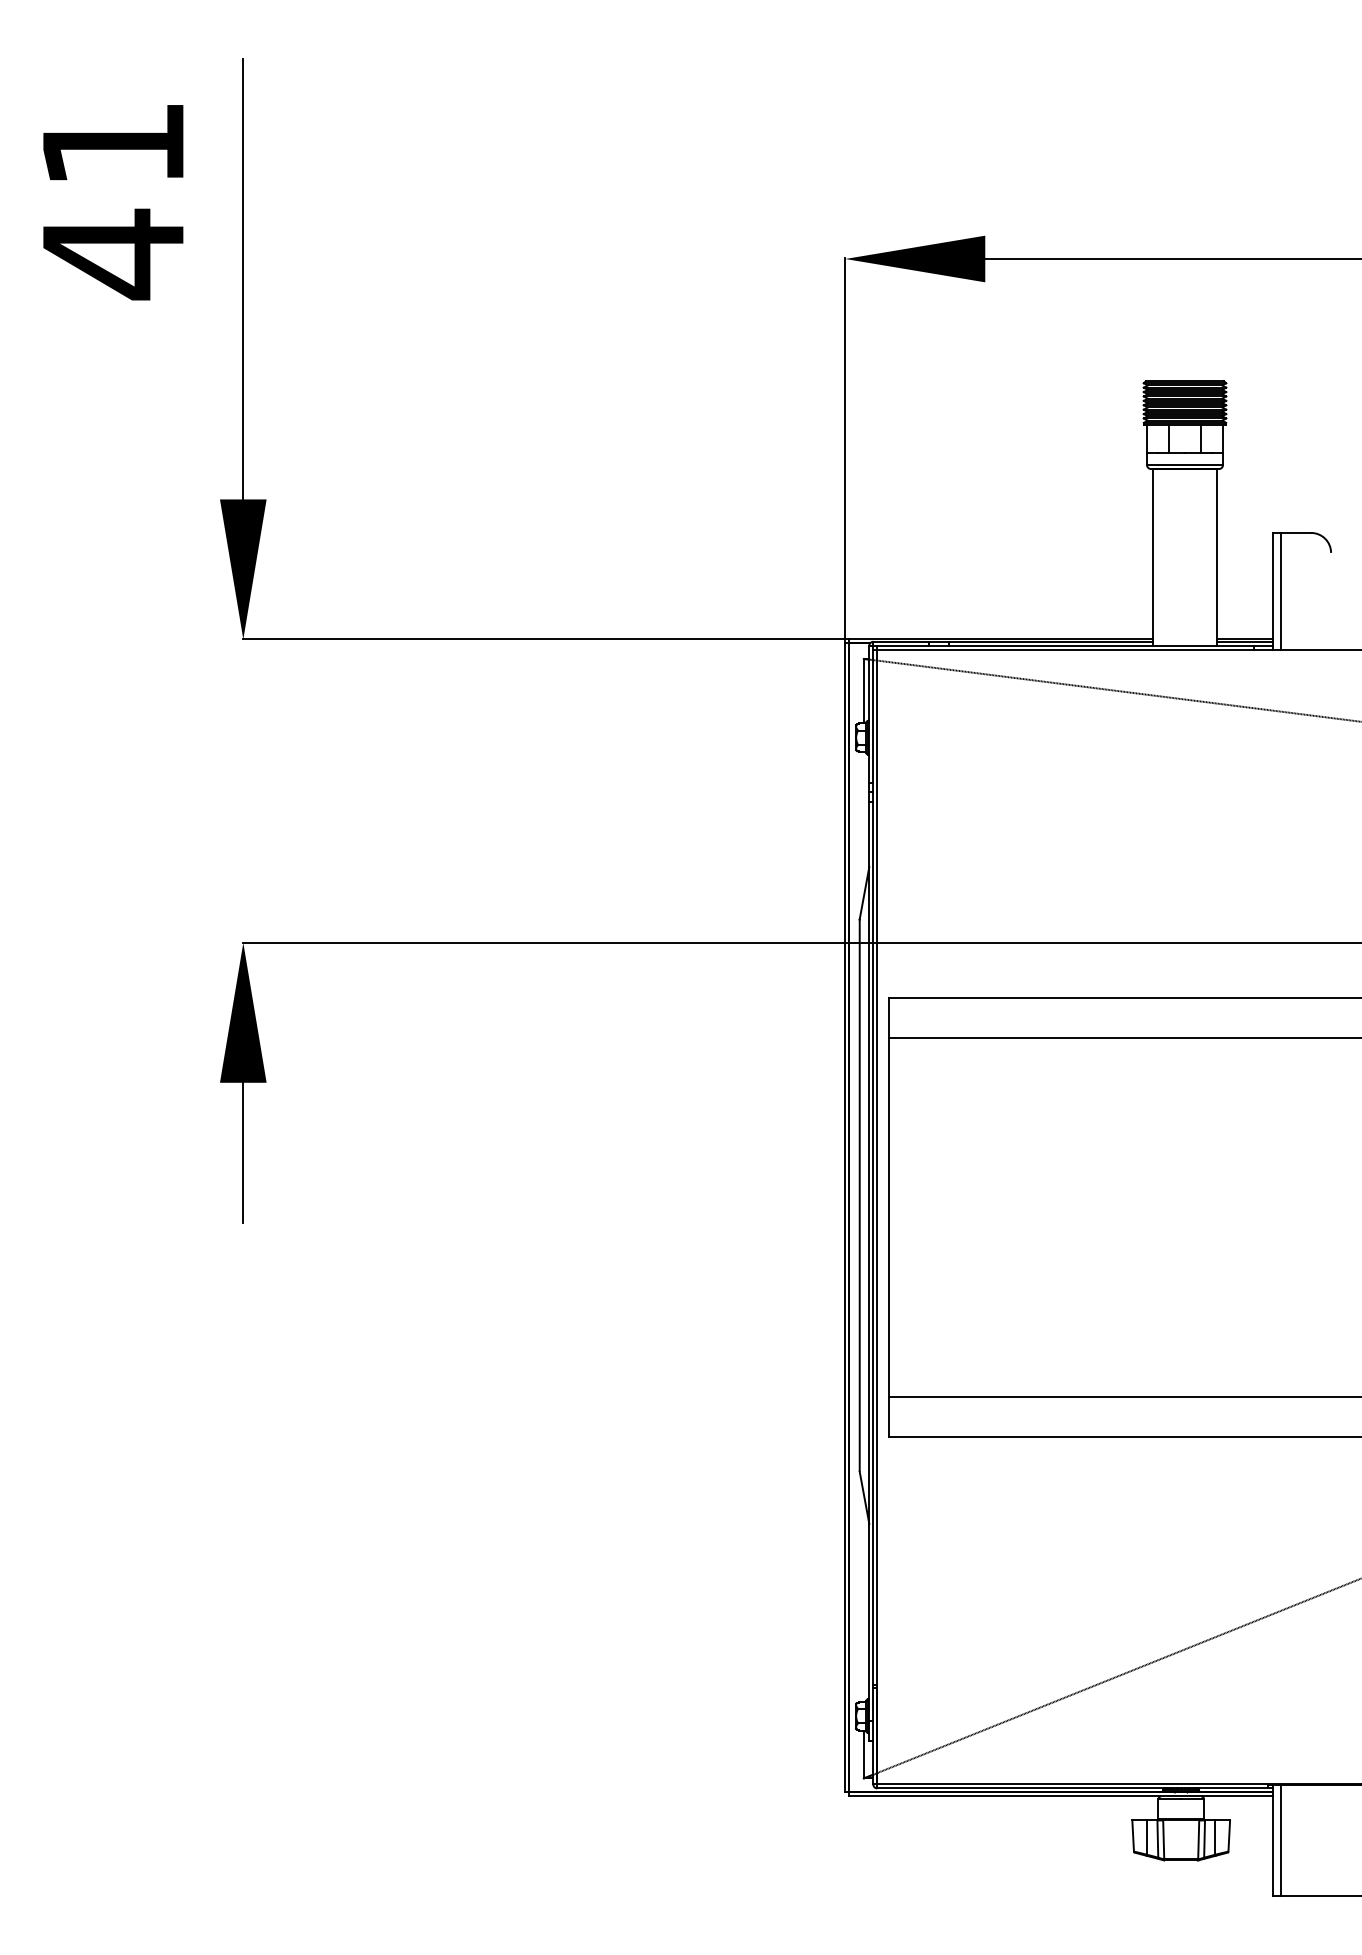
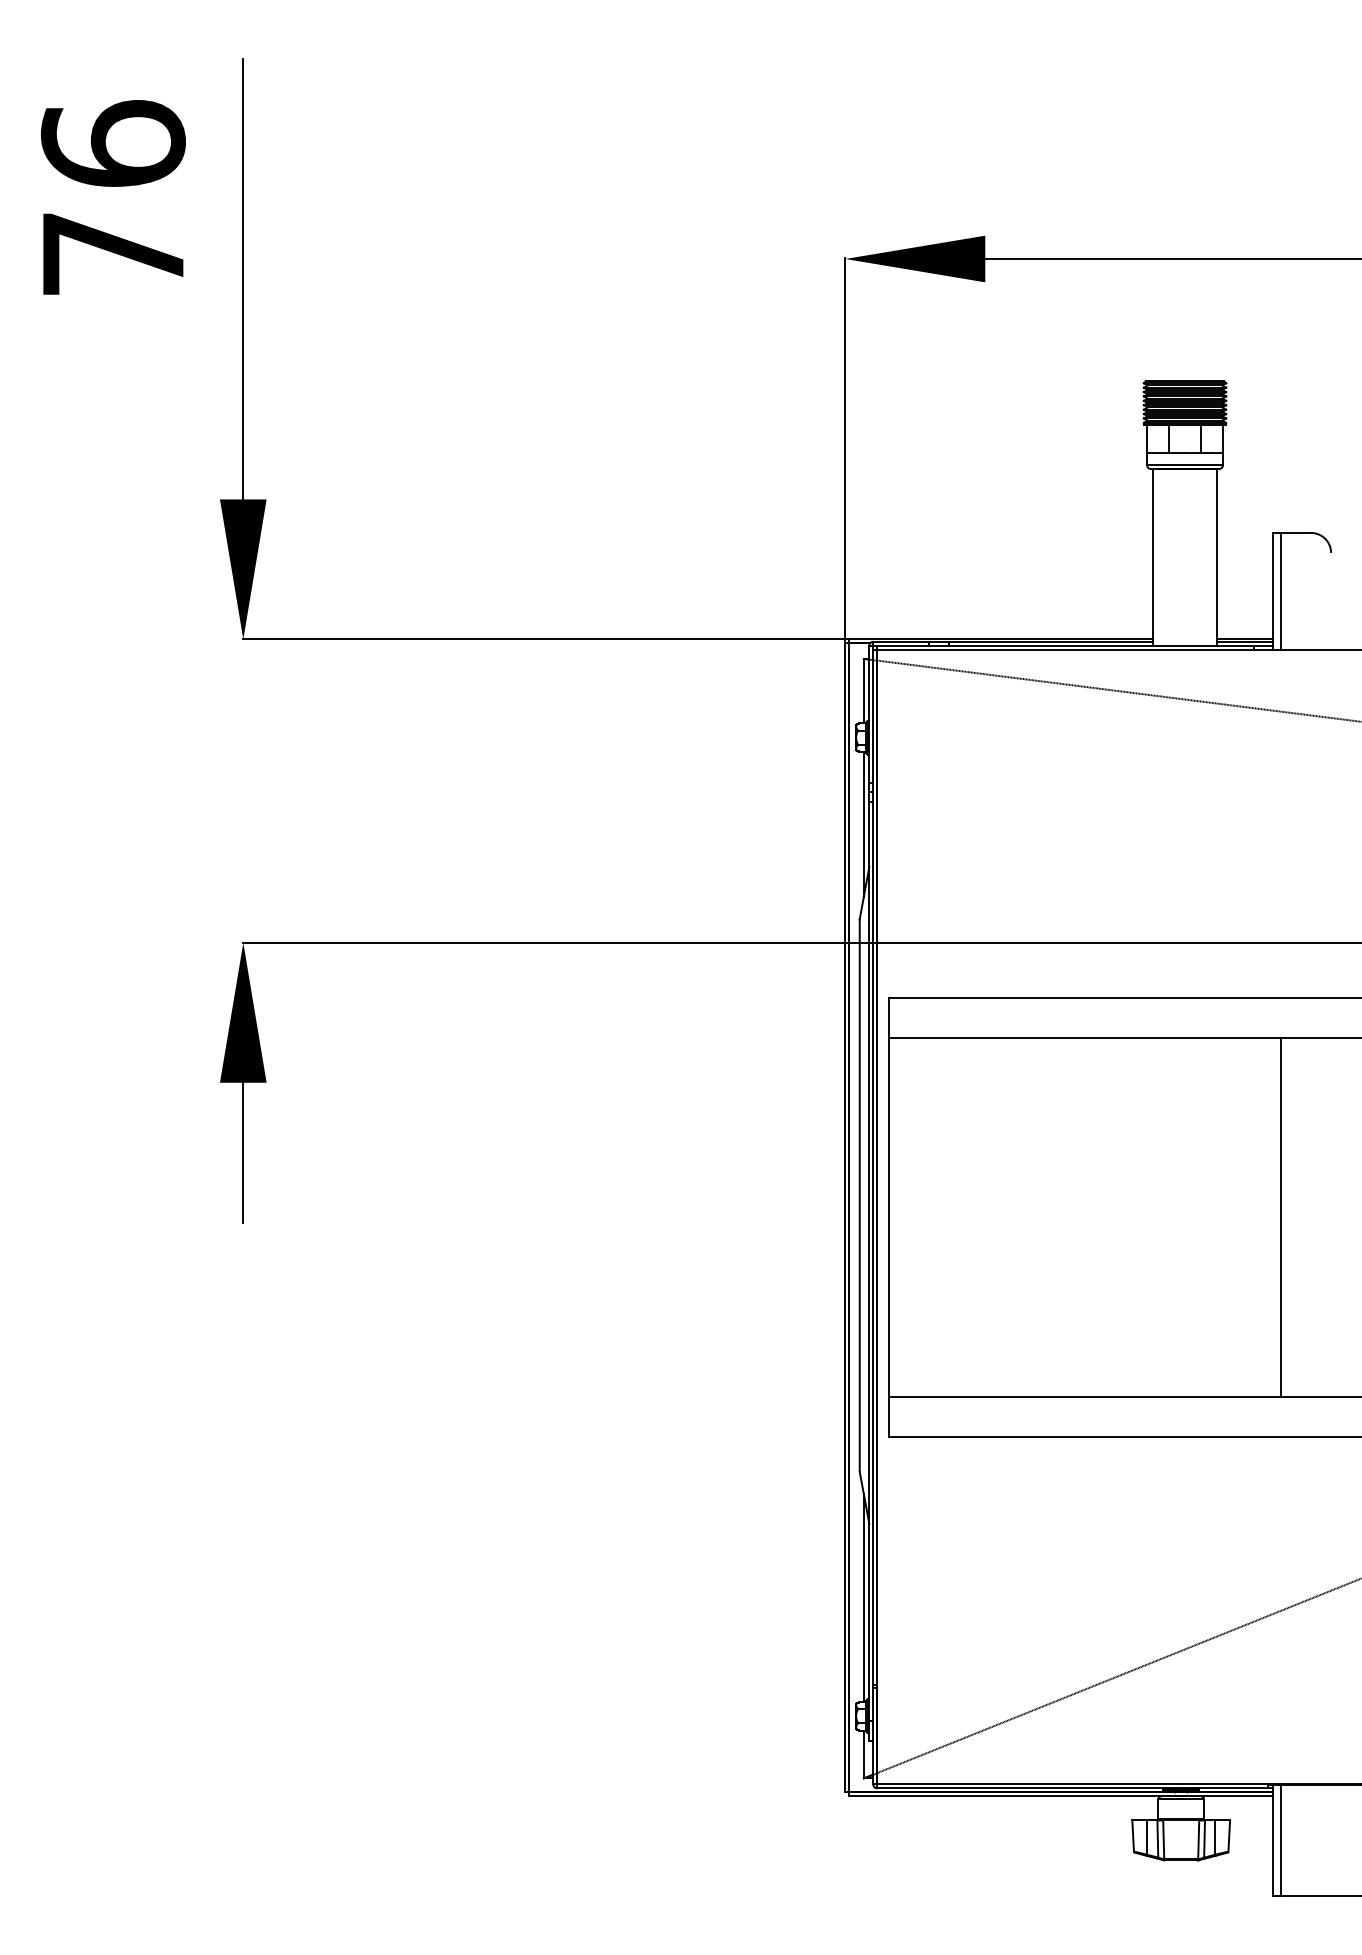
text at (112, 200): 41 -> 76
line at (863, 824): none -> present
line at (1281, 1217): none -> present
line at (863, 1597): none -> present
